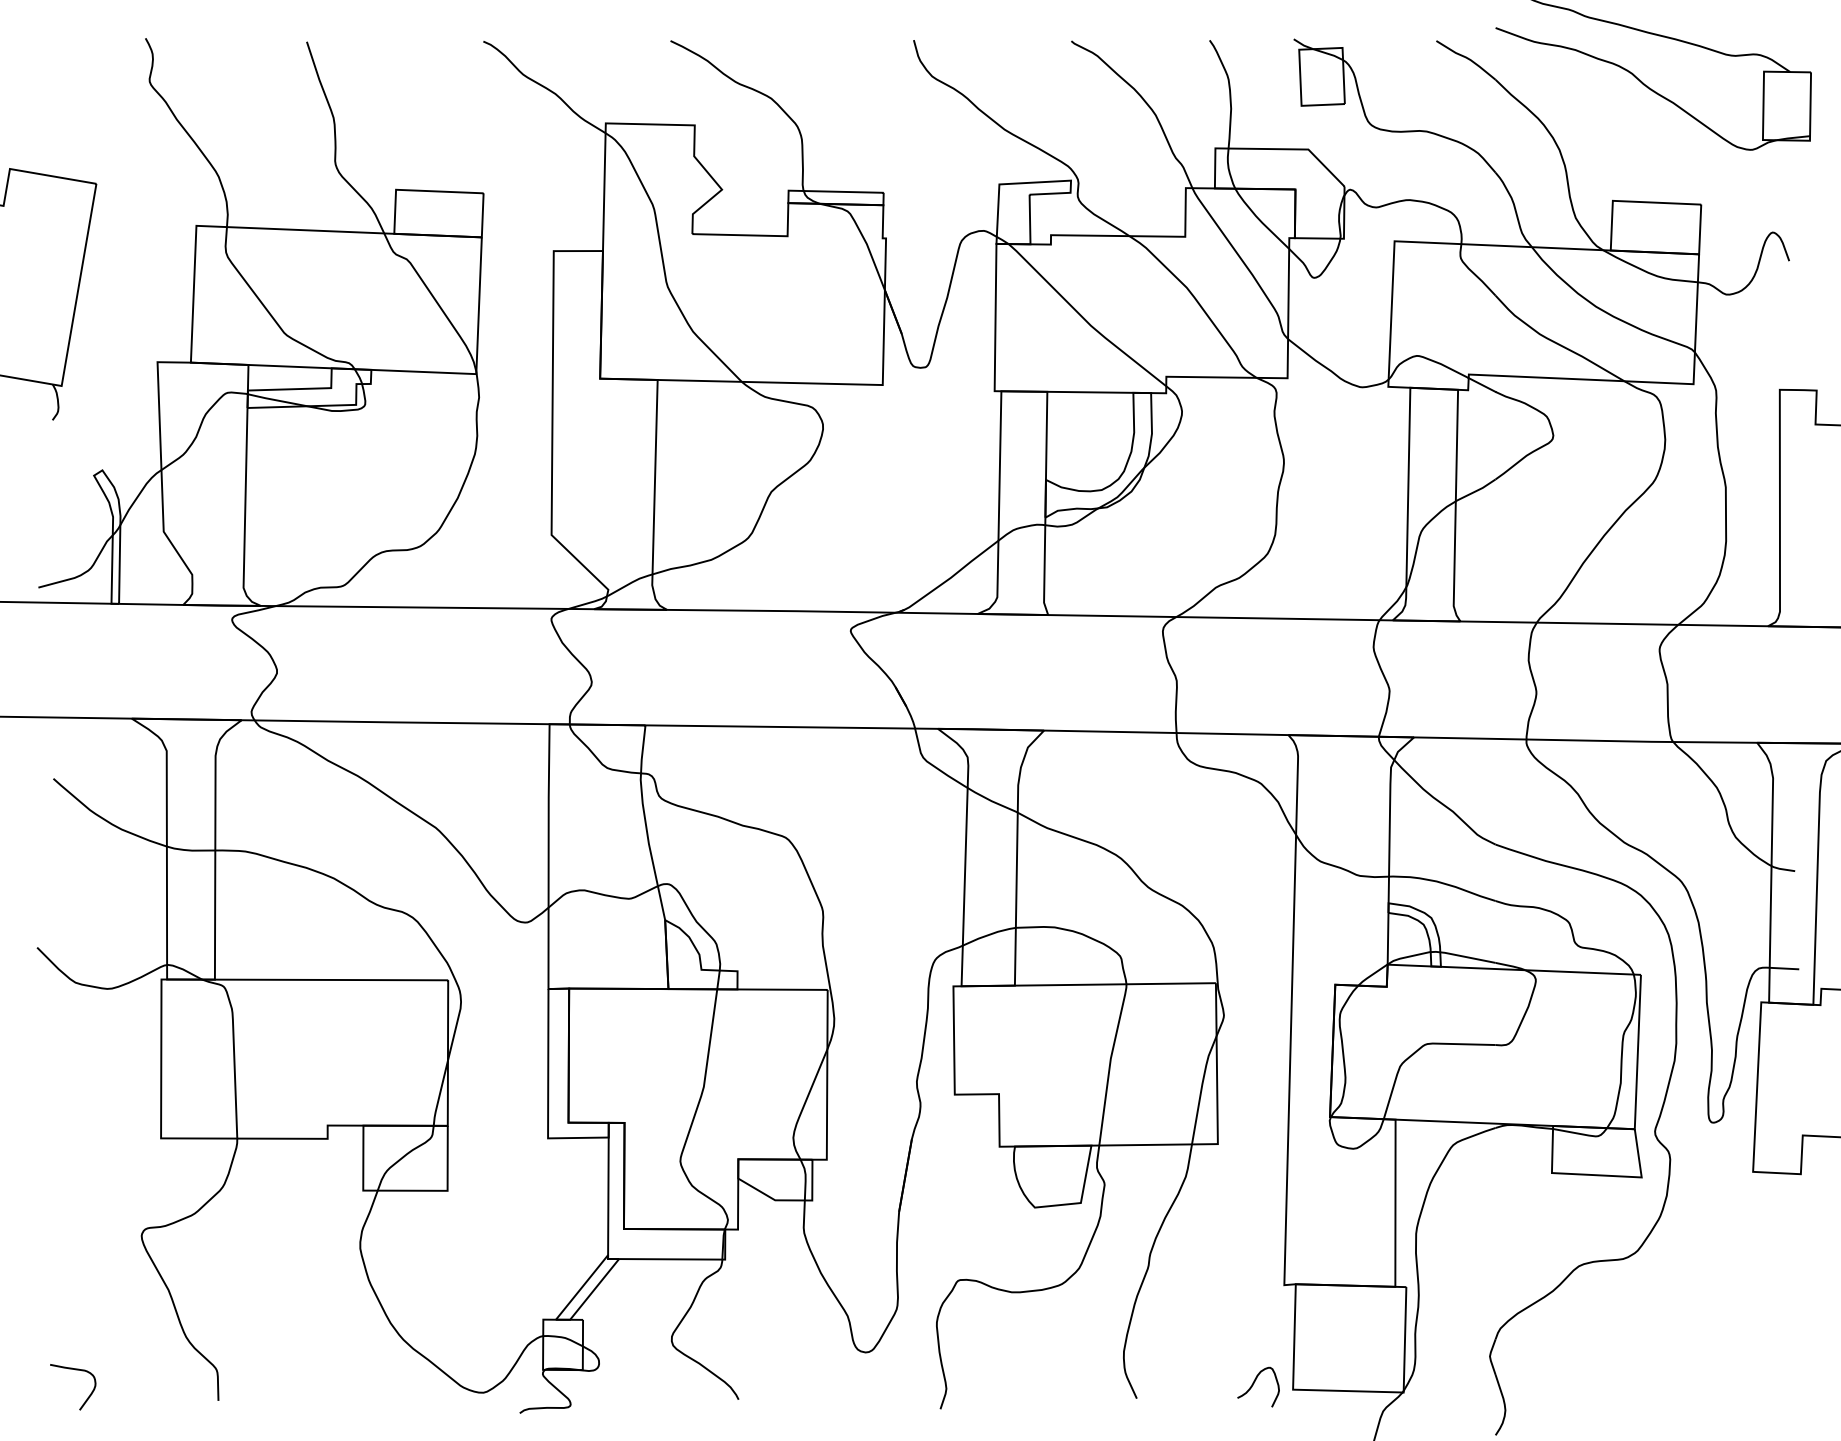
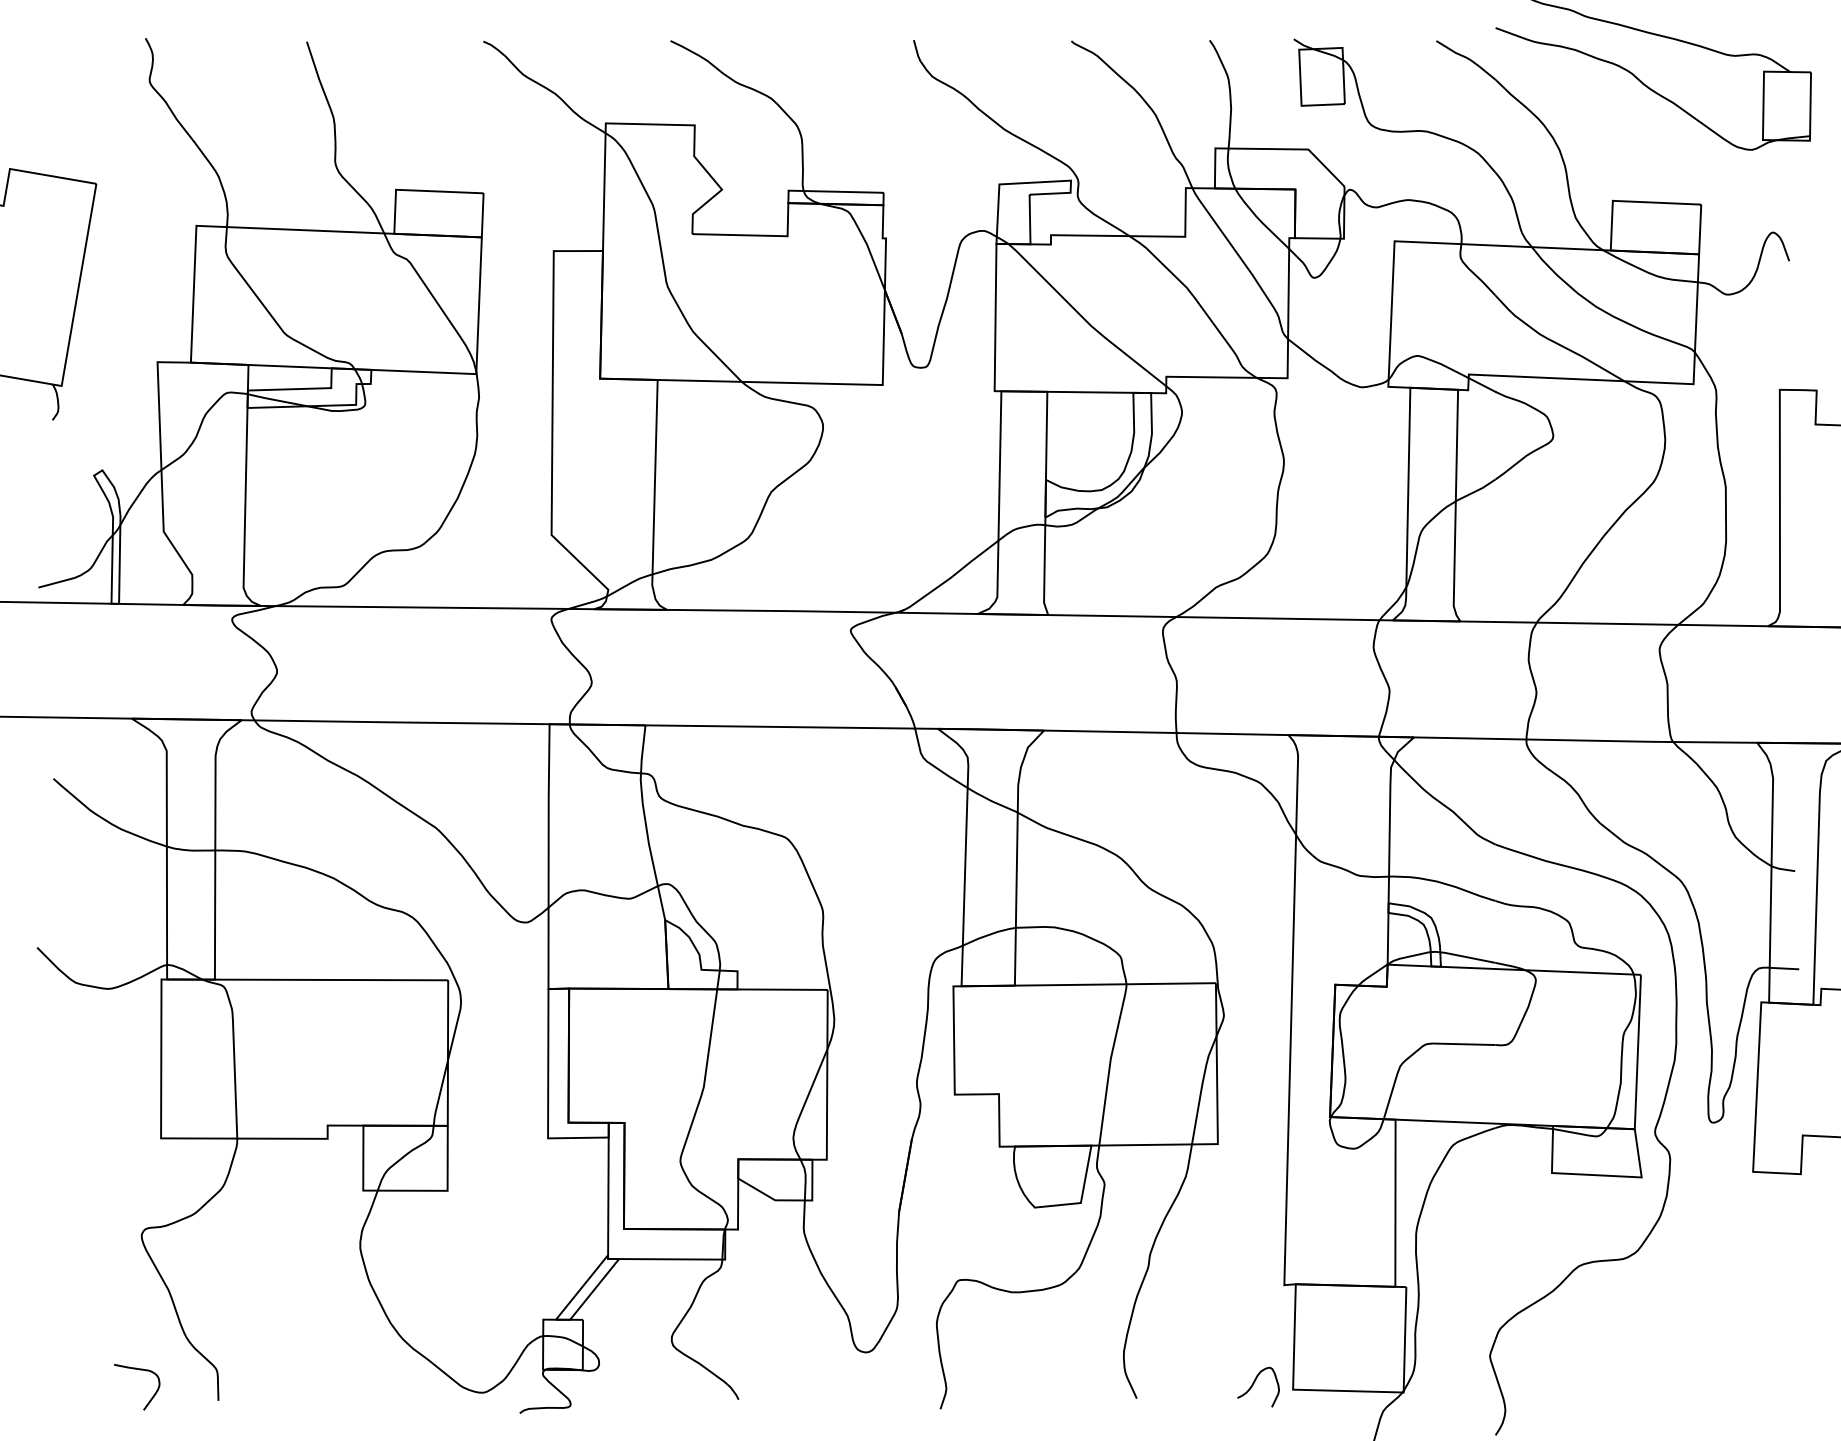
curve at (75, 1370) position: (75, 1370) -> (139, 1370)
